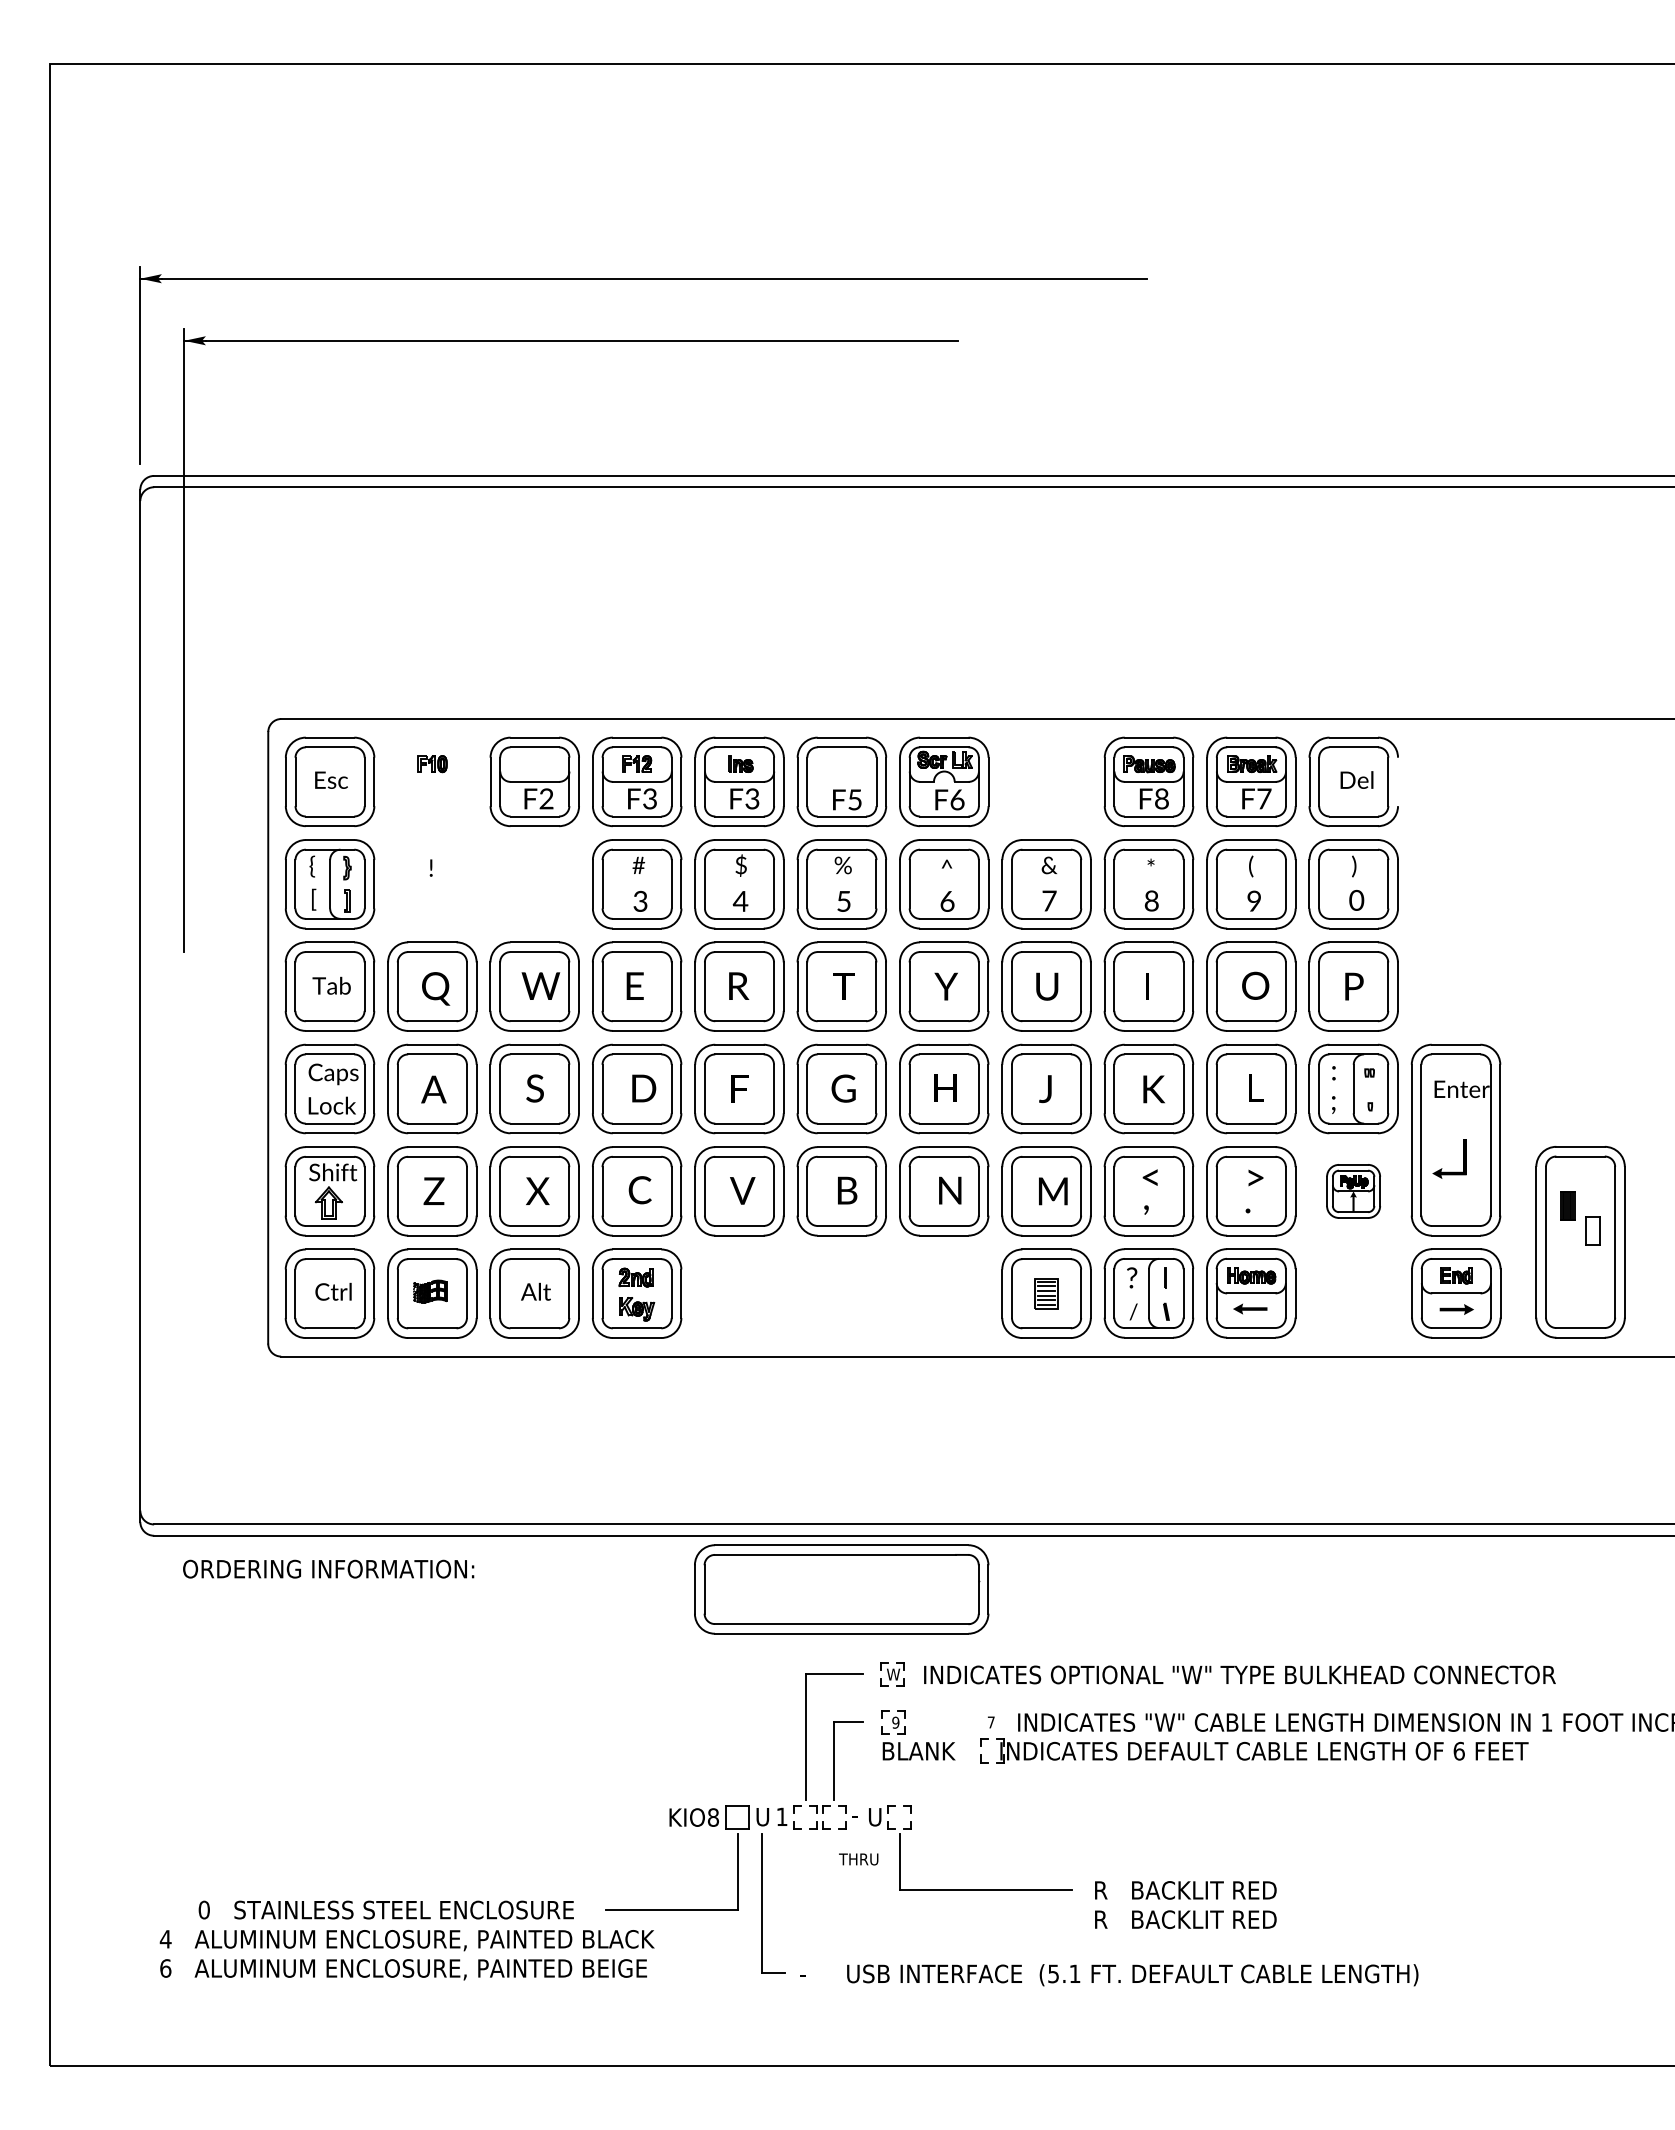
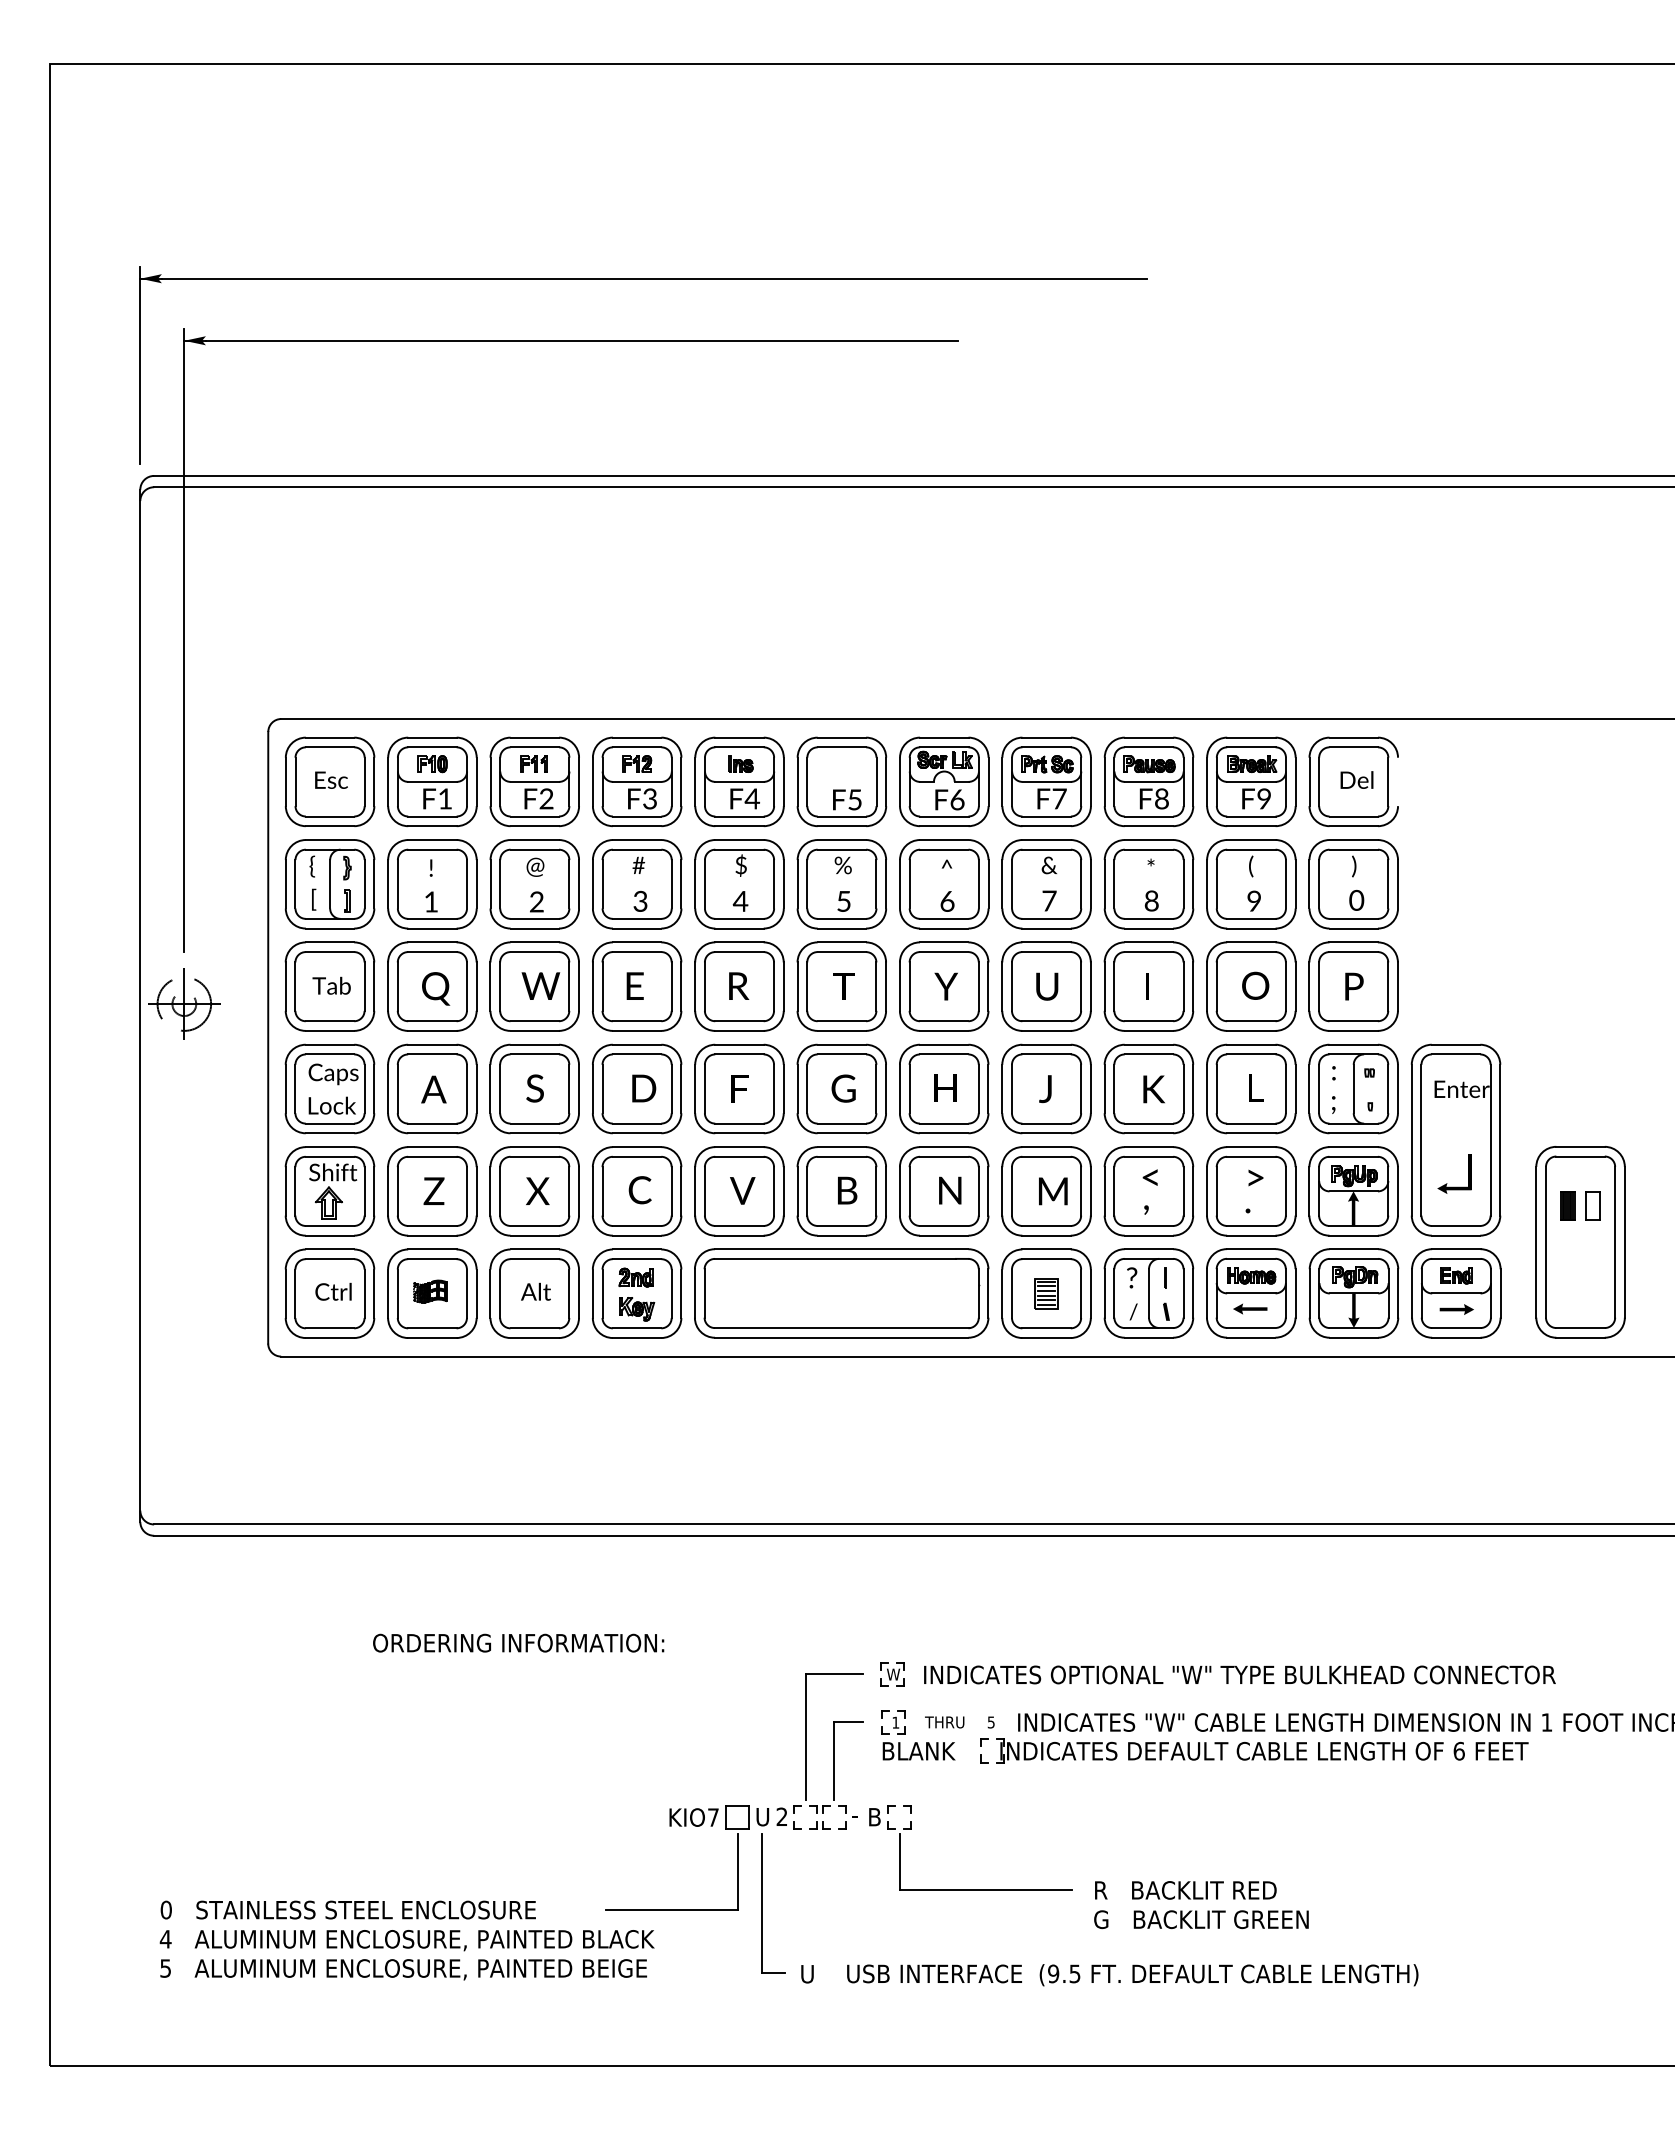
part at (533, 763): none -> present
part at (432, 781): none -> present
part at (1046, 781): none -> present
text at (752, 798): F3 -> F4
text at (1264, 798): F7 -> F9
part at (432, 884): none -> present
part at (534, 884): none -> present
part at (184, 1003): none -> present
part at (1442, 1168) position: (1442, 1168) -> (1447, 1183)
part at (1353, 1191) size: 55x55 px -> 91x91 px
part at (1592, 1230) position: (1592, 1230) -> (1592, 1205)
part at (1353, 1293): none -> present
text at (328, 1568) position: (328, 1568) -> (518, 1642)
part at (841, 1589) position: (841, 1589) -> (841, 1293)
text at (895, 1722): 9 -> 1
text at (990, 1722): 7 -> 5
text at (781, 1816): 1 -> 2
text at (712, 1817): KIO8 -> KIO7
text at (875, 1817): U -> B
text at (858, 1859) position: (858, 1859) -> (944, 1722)
text at (385, 1909) position: (385, 1909) -> (347, 1909)
text at (1201, 1919): R   BACKLIT RED -> G   BACKLIT GREEN
text at (165, 1968): 6 -> 5
text at (1064, 1973): (5.1 -> (9.5
text at (806, 1974): - -> U
